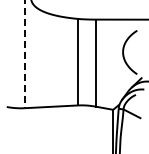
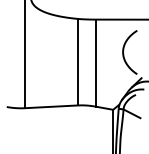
line at (24, 54): dashed -> solid
